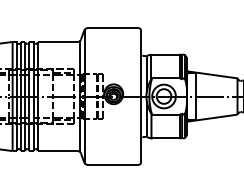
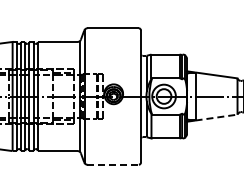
line at (217, 117): solid -> dashed
line at (113, 164): solid -> dashed
